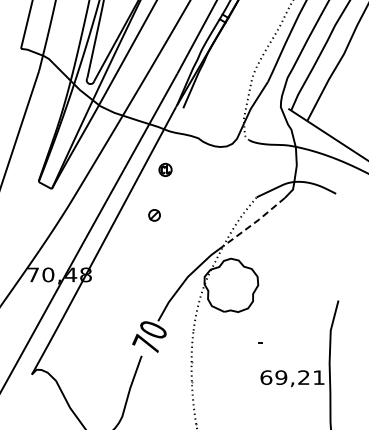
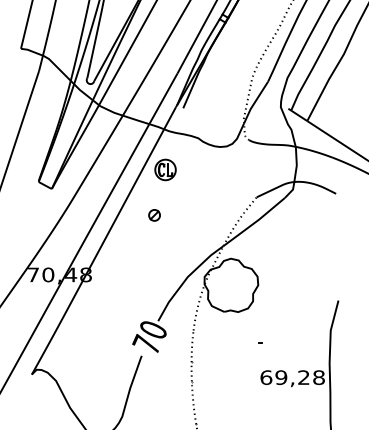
part at (165, 169) size: 15x15 px -> 23x24 px
line at (254, 223): dashed -> solid
text at (318, 377): 69,21 -> 69,28
